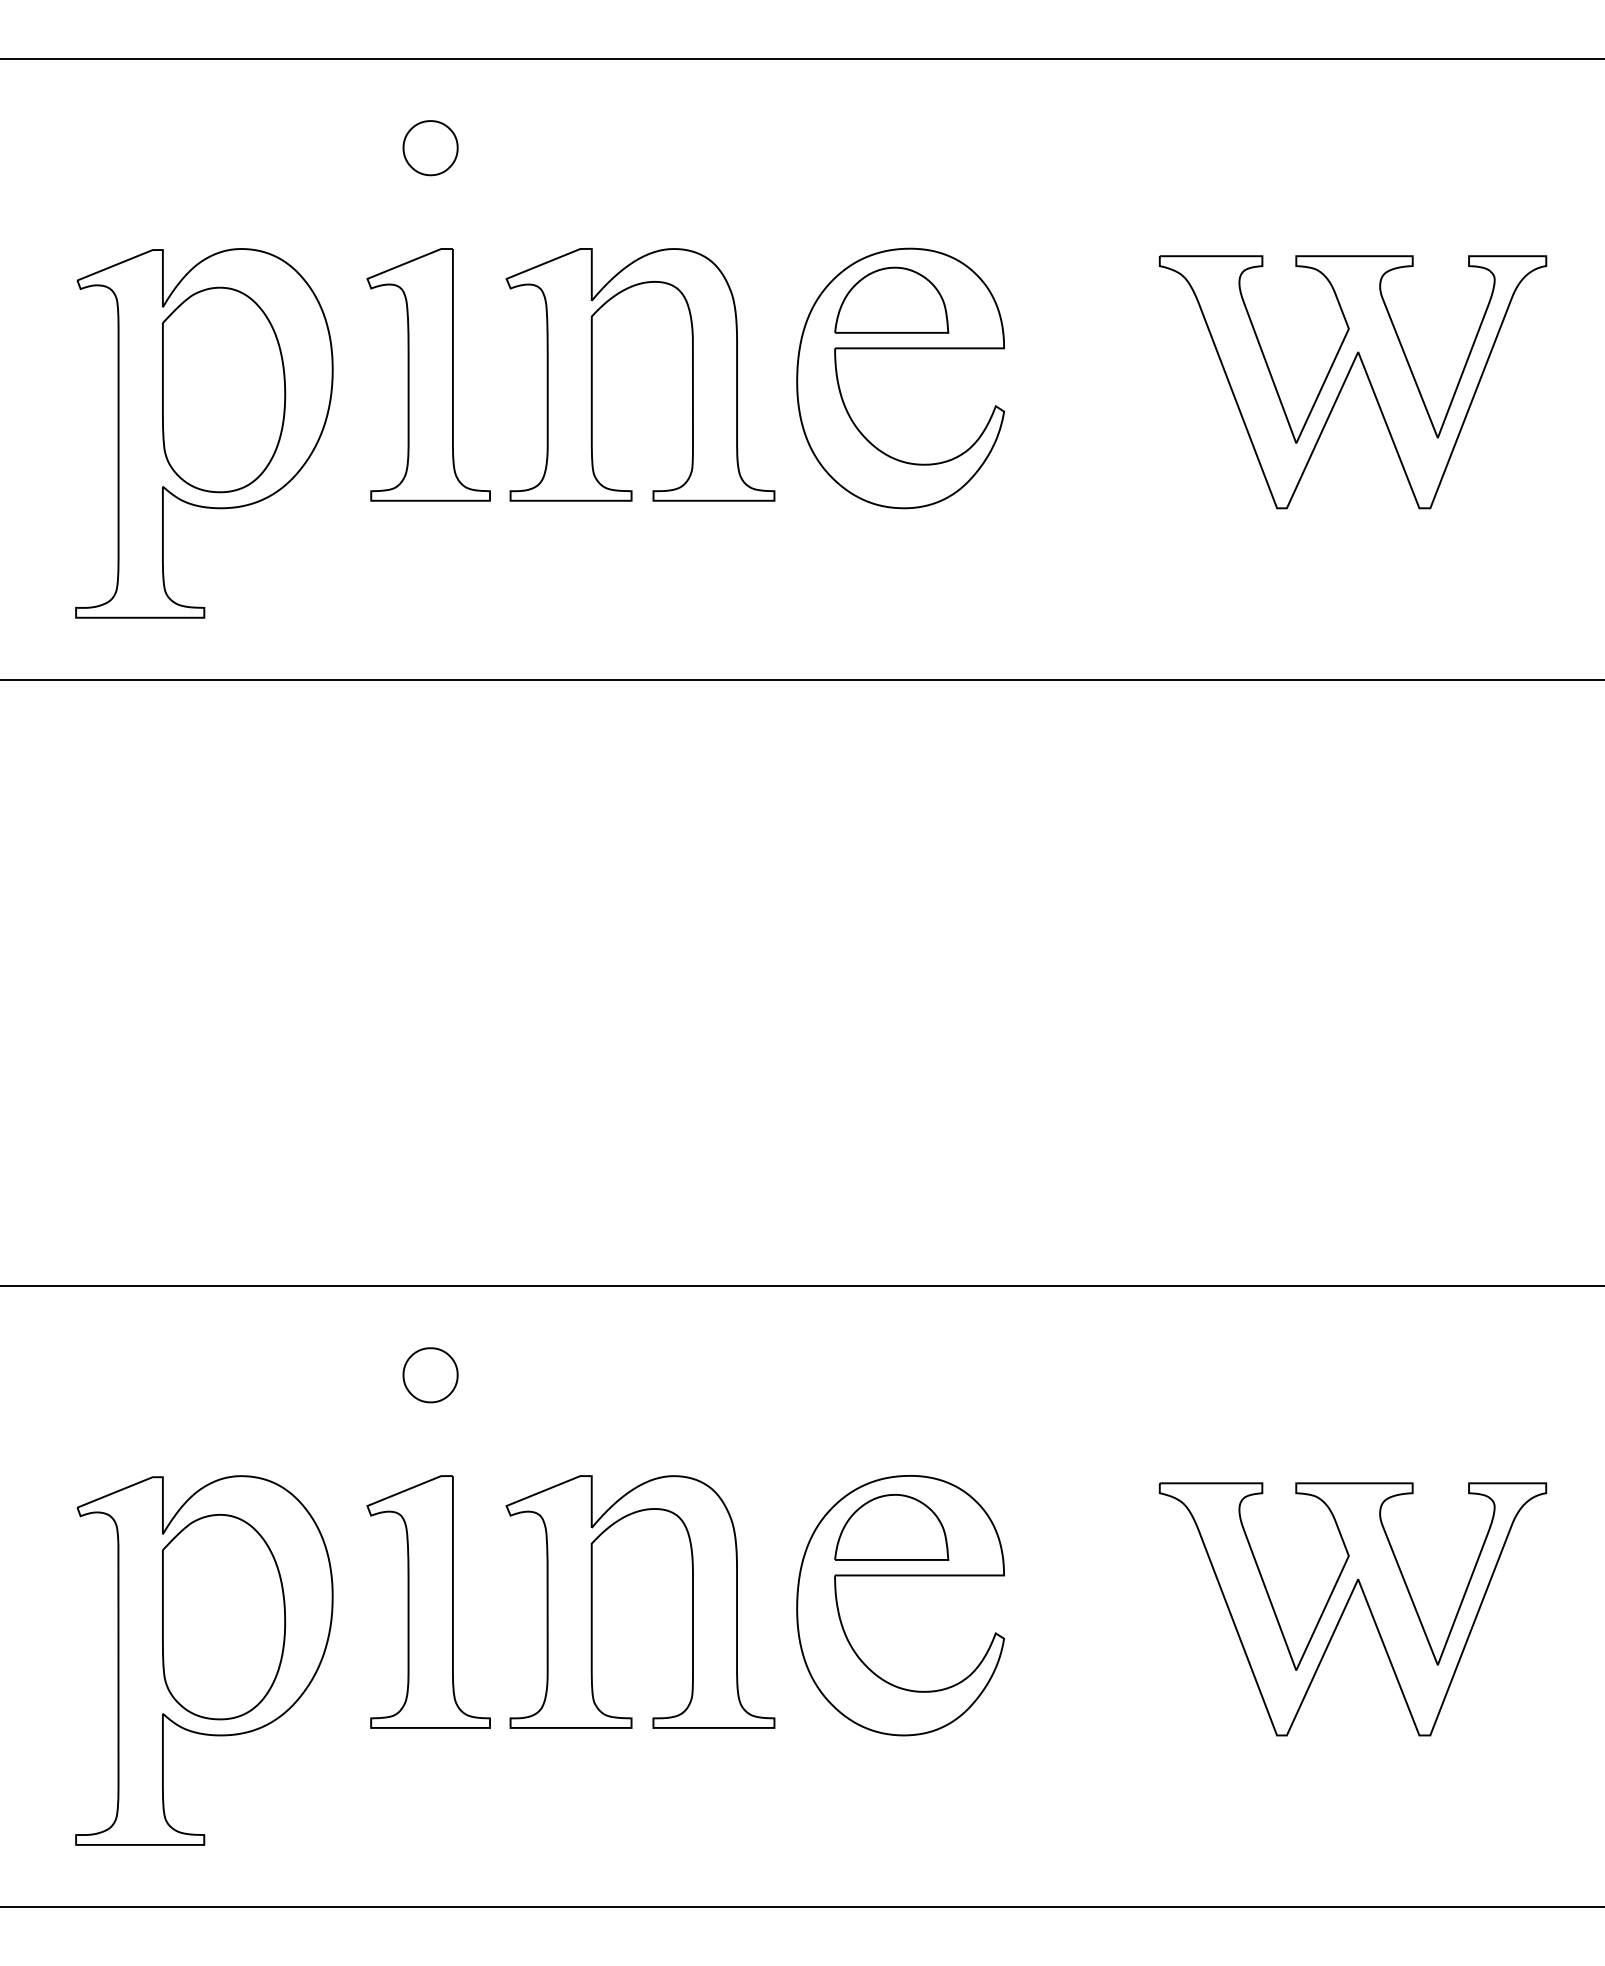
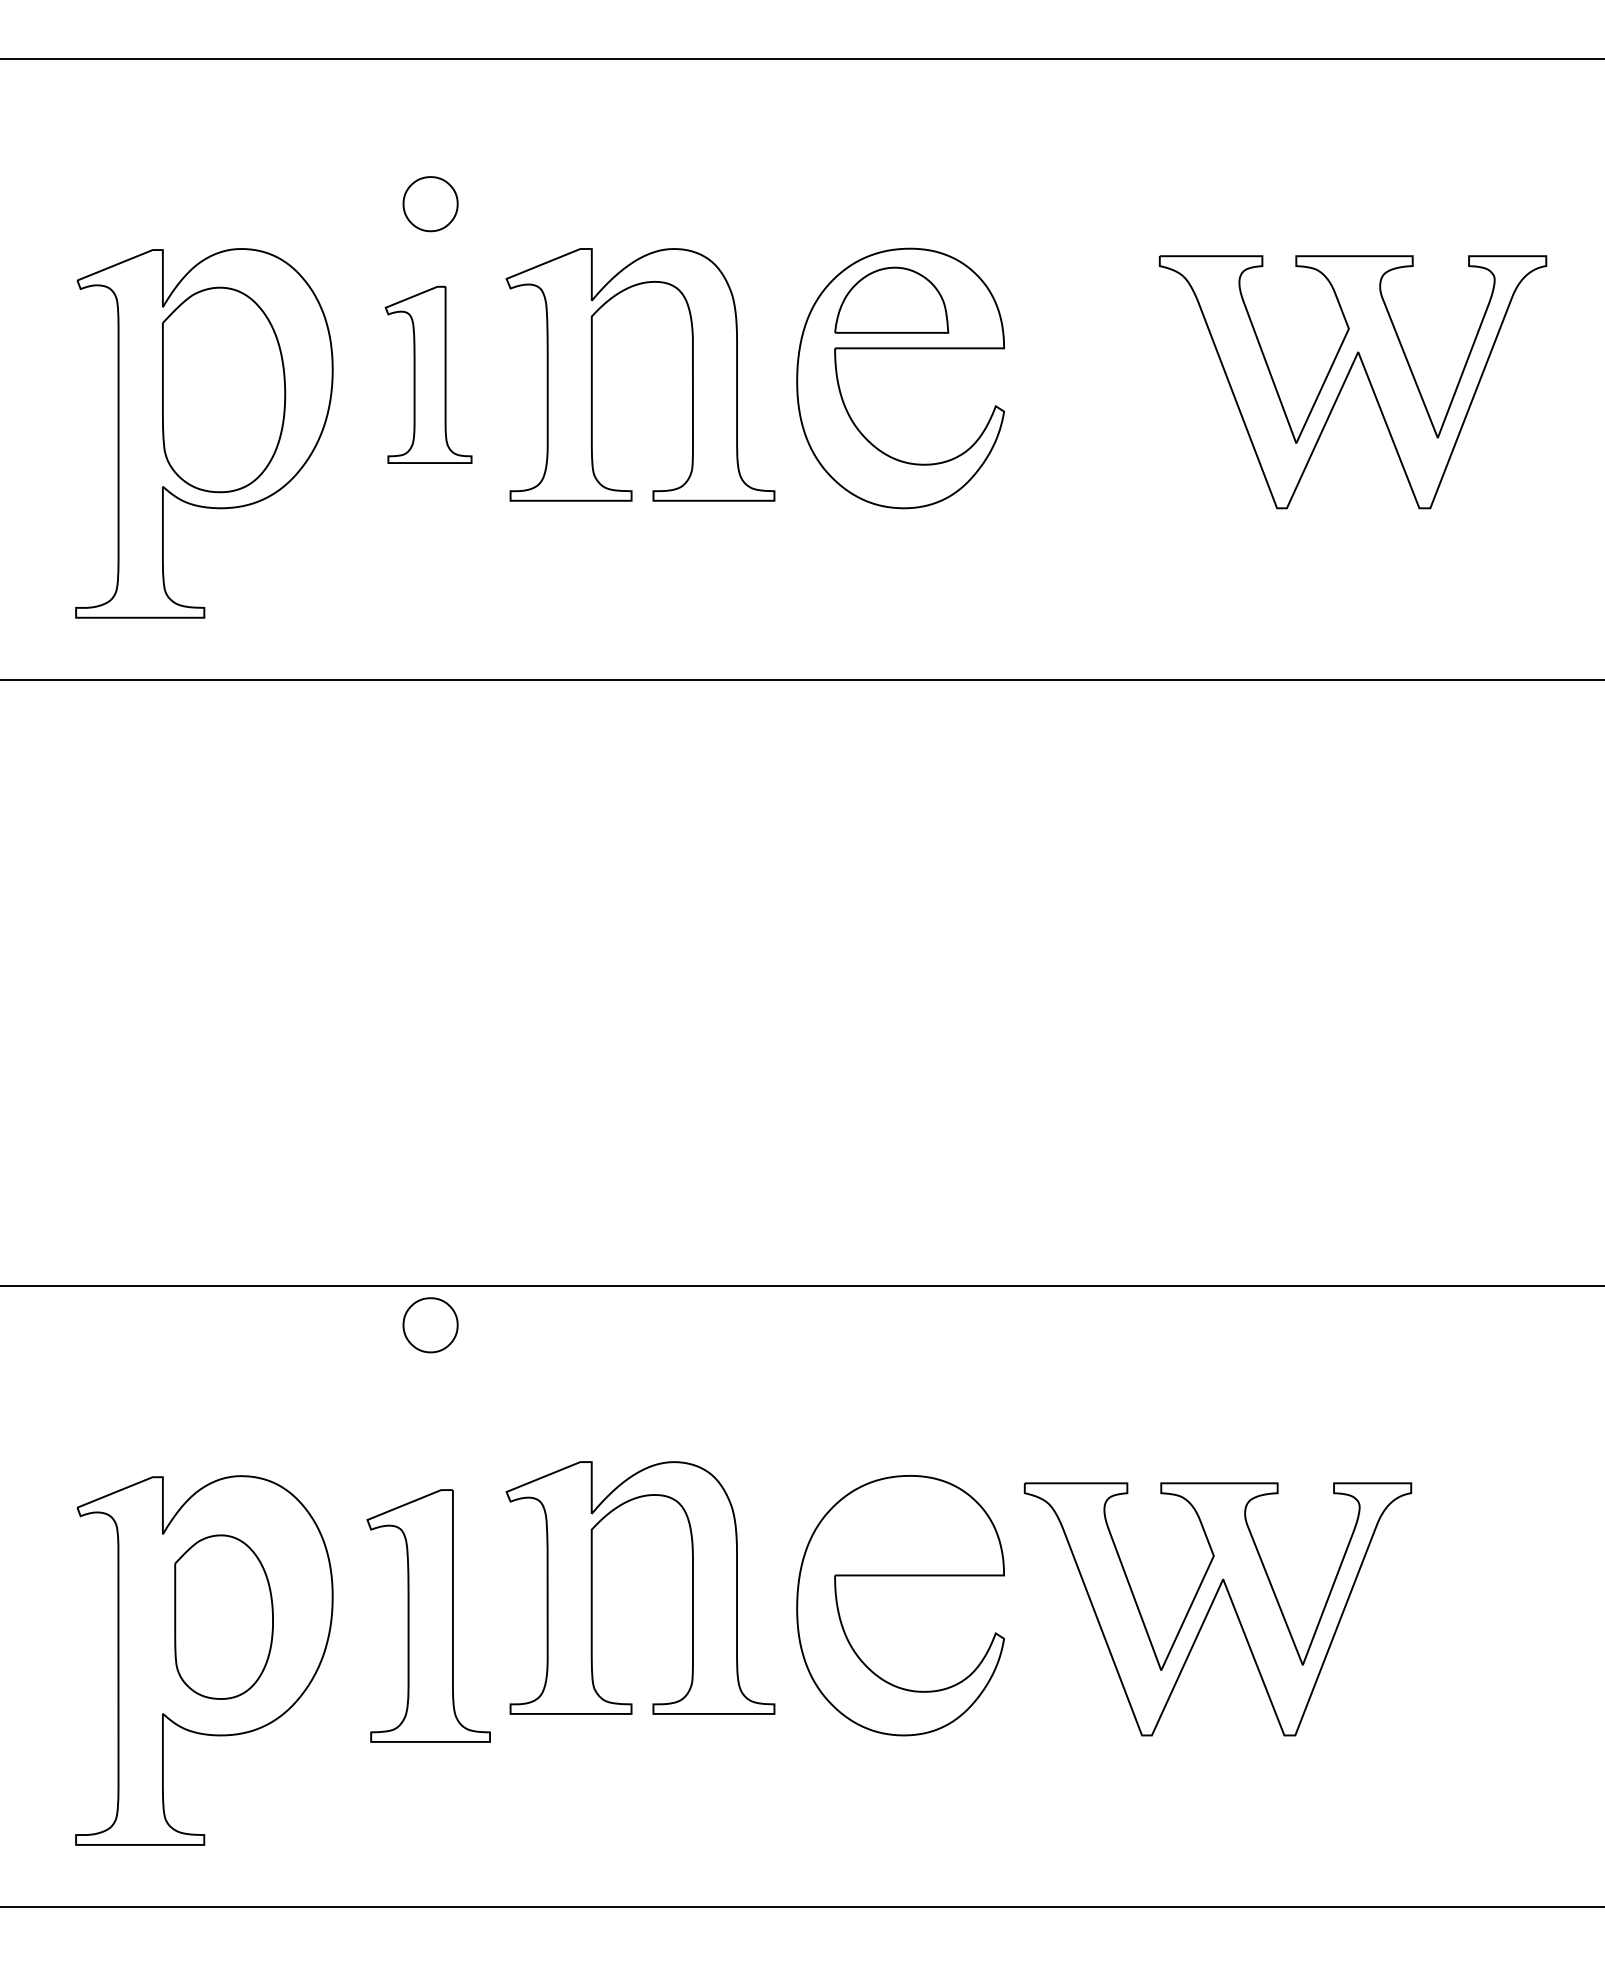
part at (430, 148) position: (430, 148) -> (430, 204)
part at (428, 374) size: 125x254 px -> 89x179 px
part at (430, 1375) position: (430, 1375) -> (430, 1325)
part at (891, 1527): present -> none
part at (428, 1601) position: (428, 1601) -> (428, 1615)
part at (592, 1601) position: (592, 1601) -> (592, 1587)
part at (1346, 1607) position: (1346, 1607) -> (1211, 1607)
part at (224, 1617) size: 125x207 px -> 100x166 px
